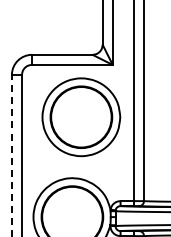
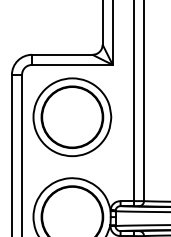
part at (81, 117) position: (81, 117) -> (72, 117)
line at (11, 155): dashed -> solid
